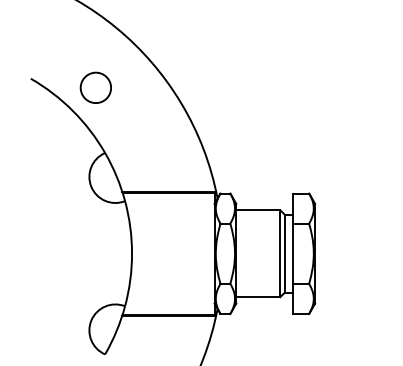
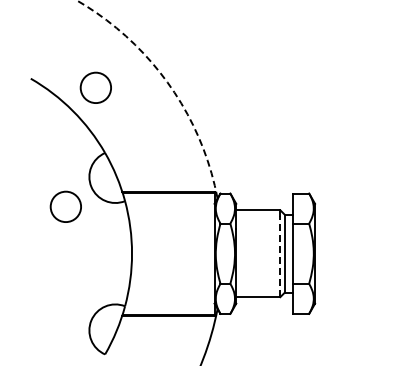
arc at (171, 87): solid -> dashed
circle at (65, 206): none -> present
line at (280, 256): solid -> dashed
